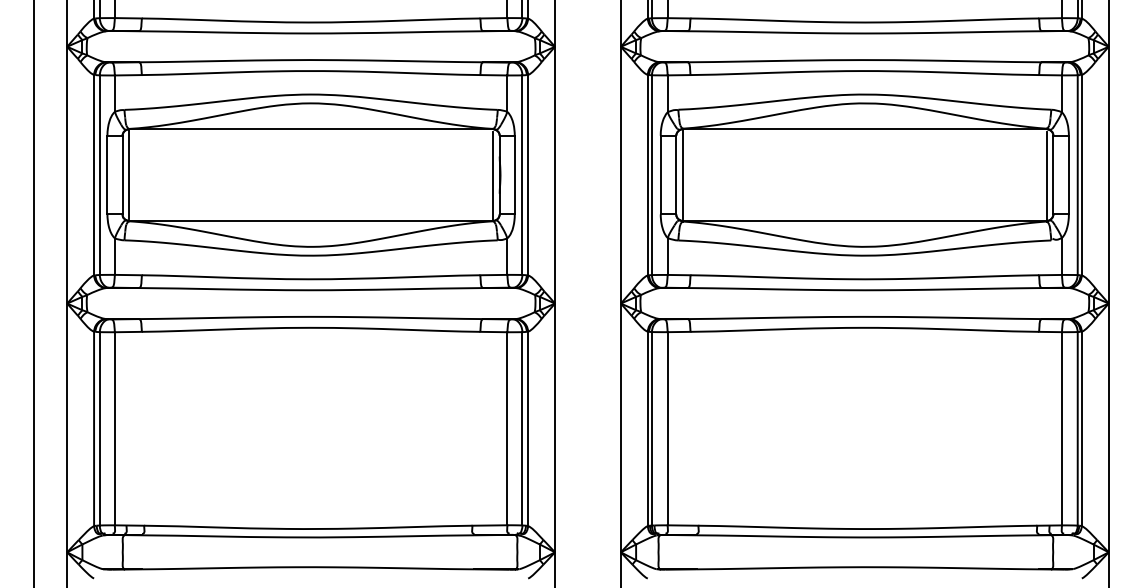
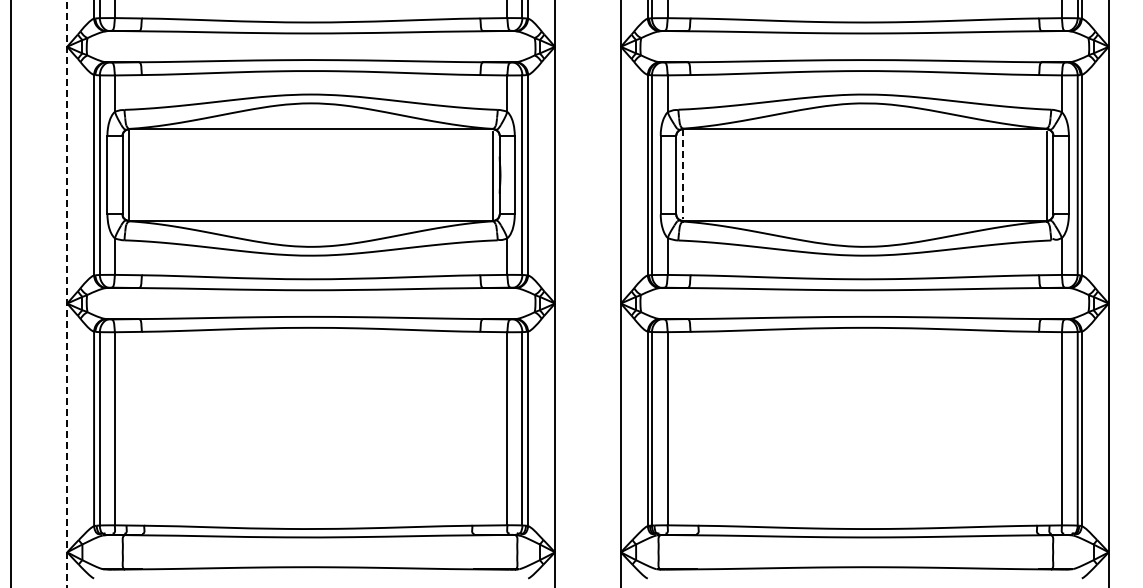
line at (682, 173): solid -> dashed
line at (34, 293) position: (34, 293) -> (11, 293)
line at (67, 294): solid -> dashed
